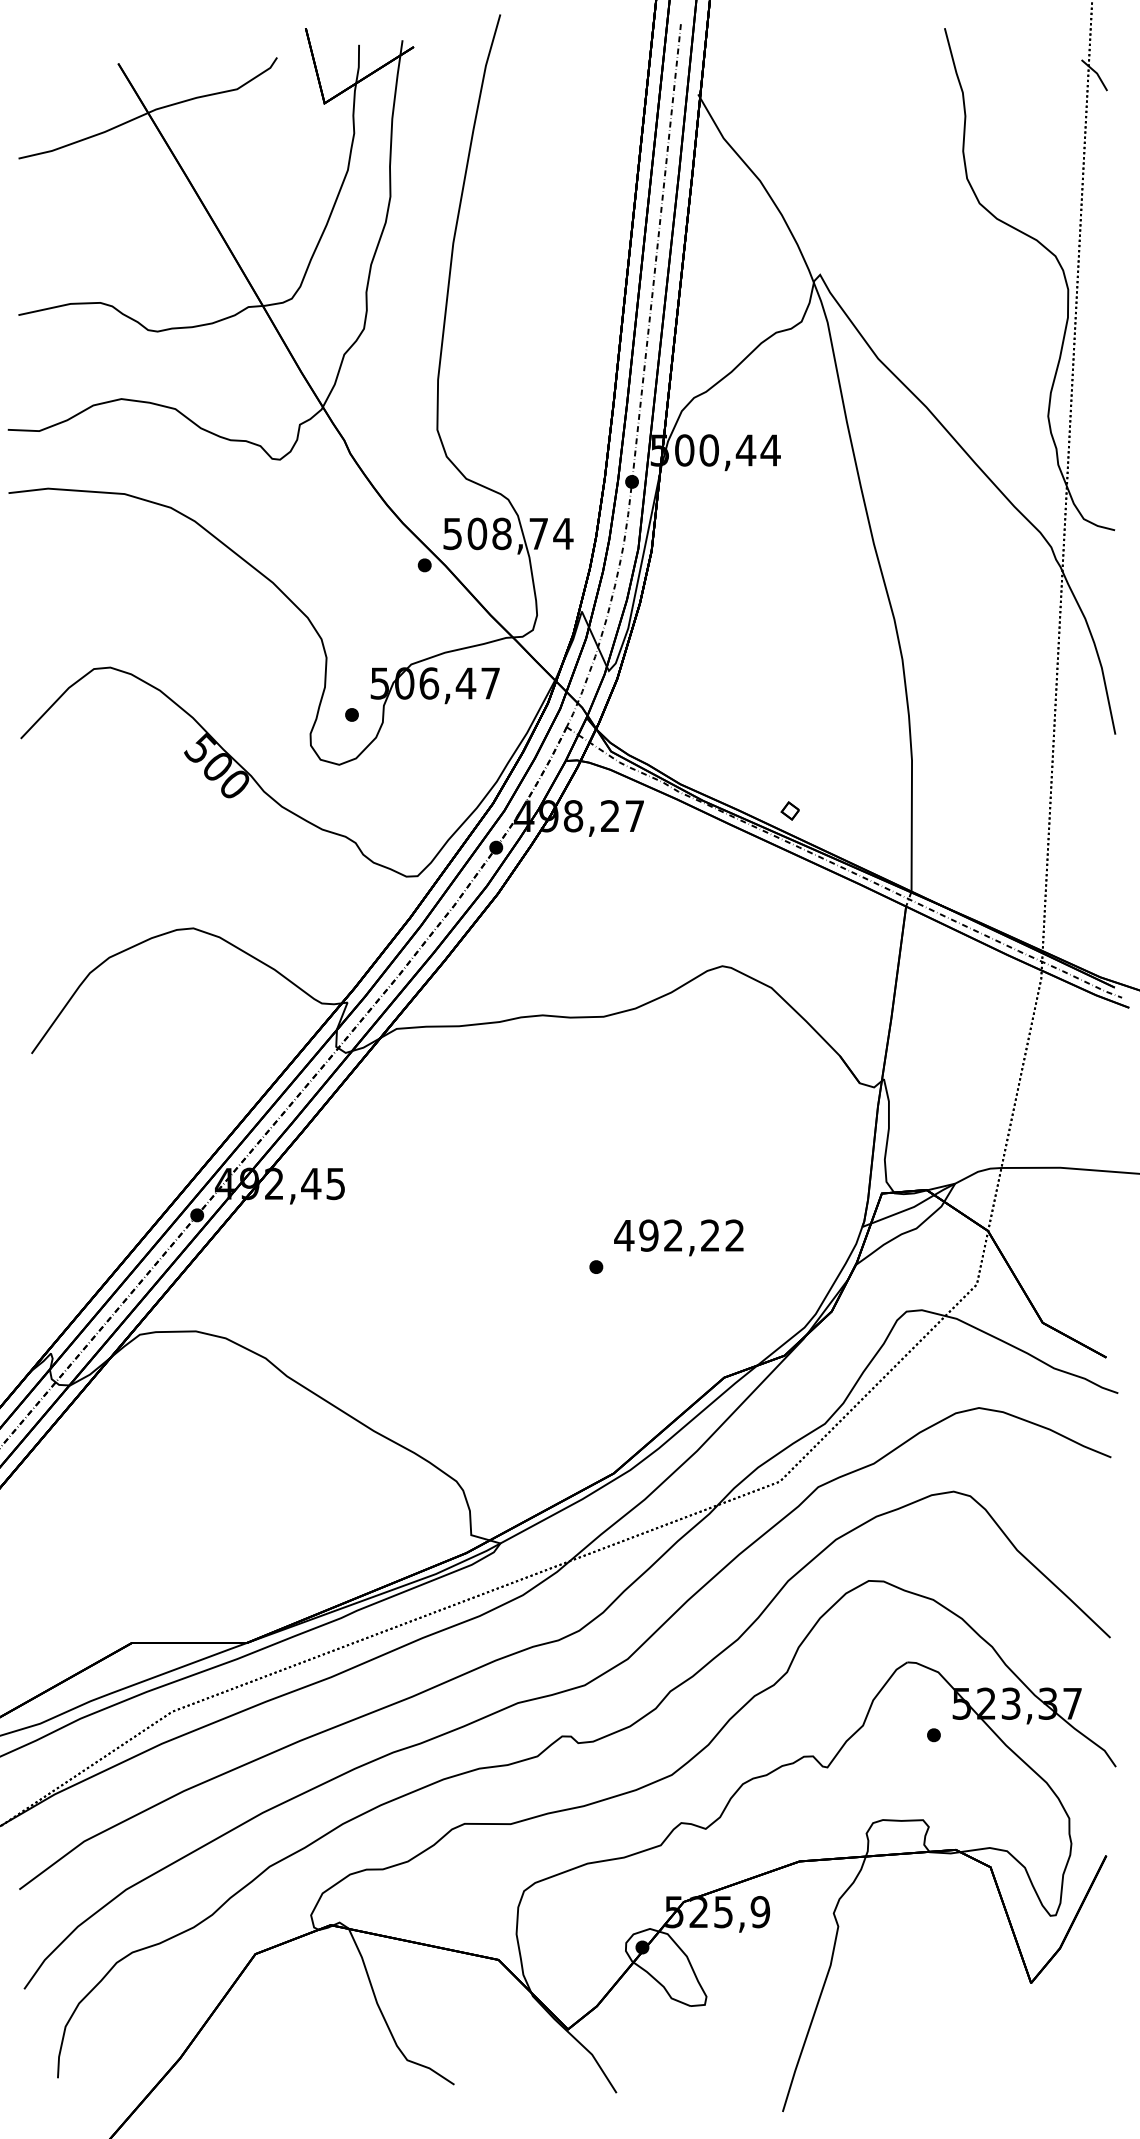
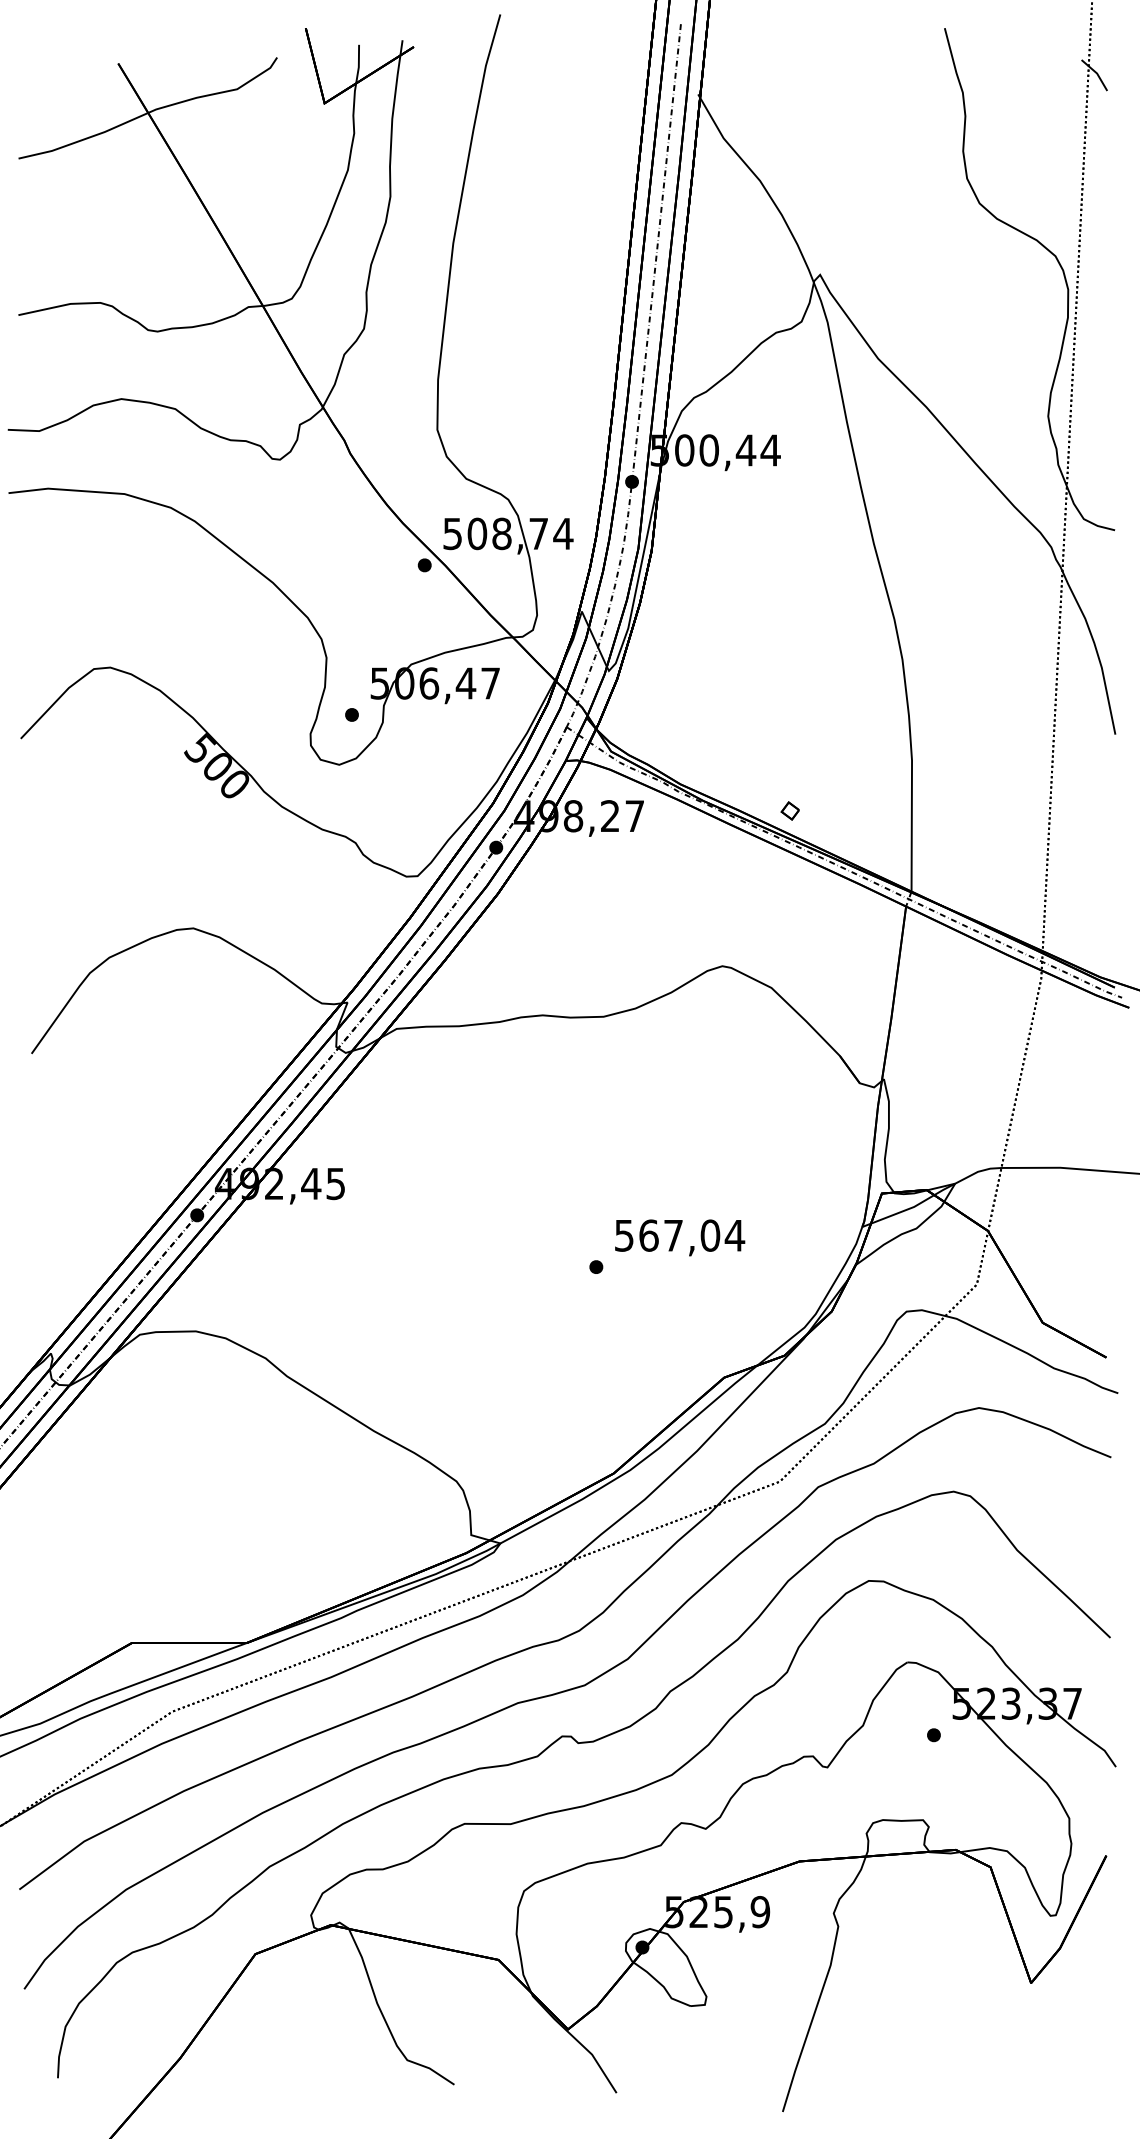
text at (679, 1235): 492,22 -> 567,04
